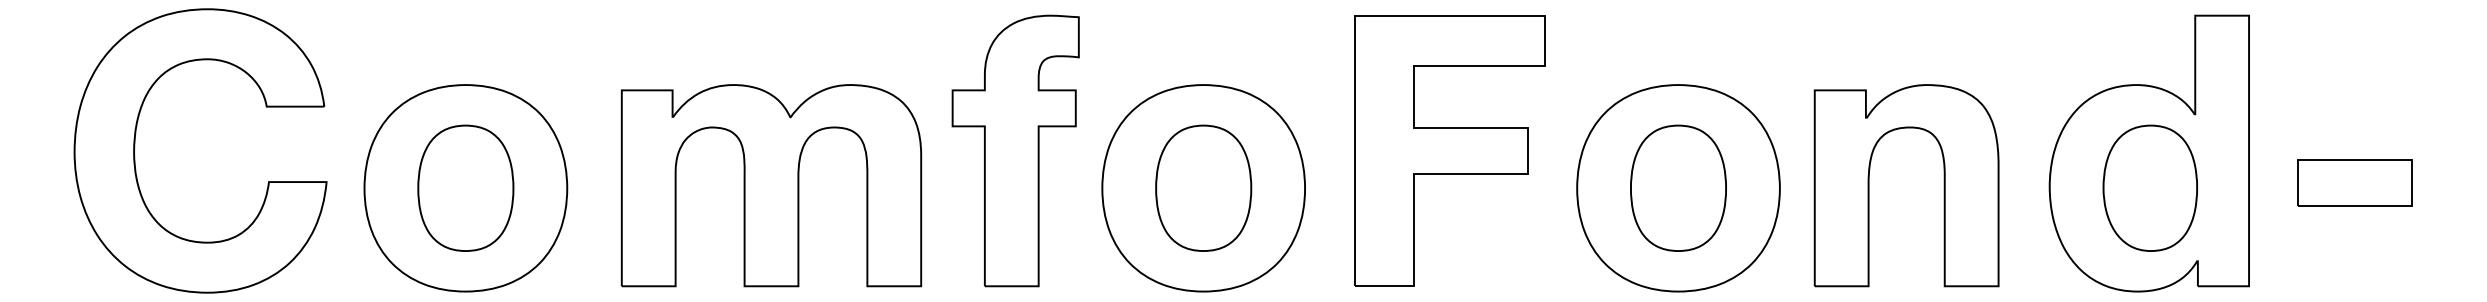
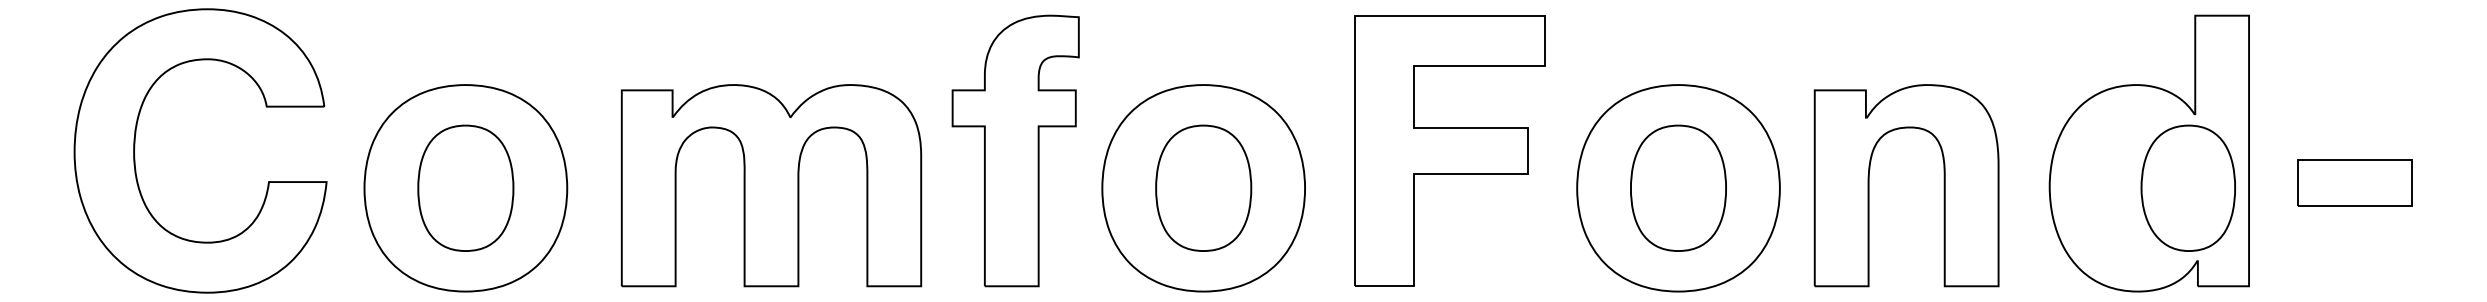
part at (2149, 187) position: (2149, 187) -> (2187, 187)
